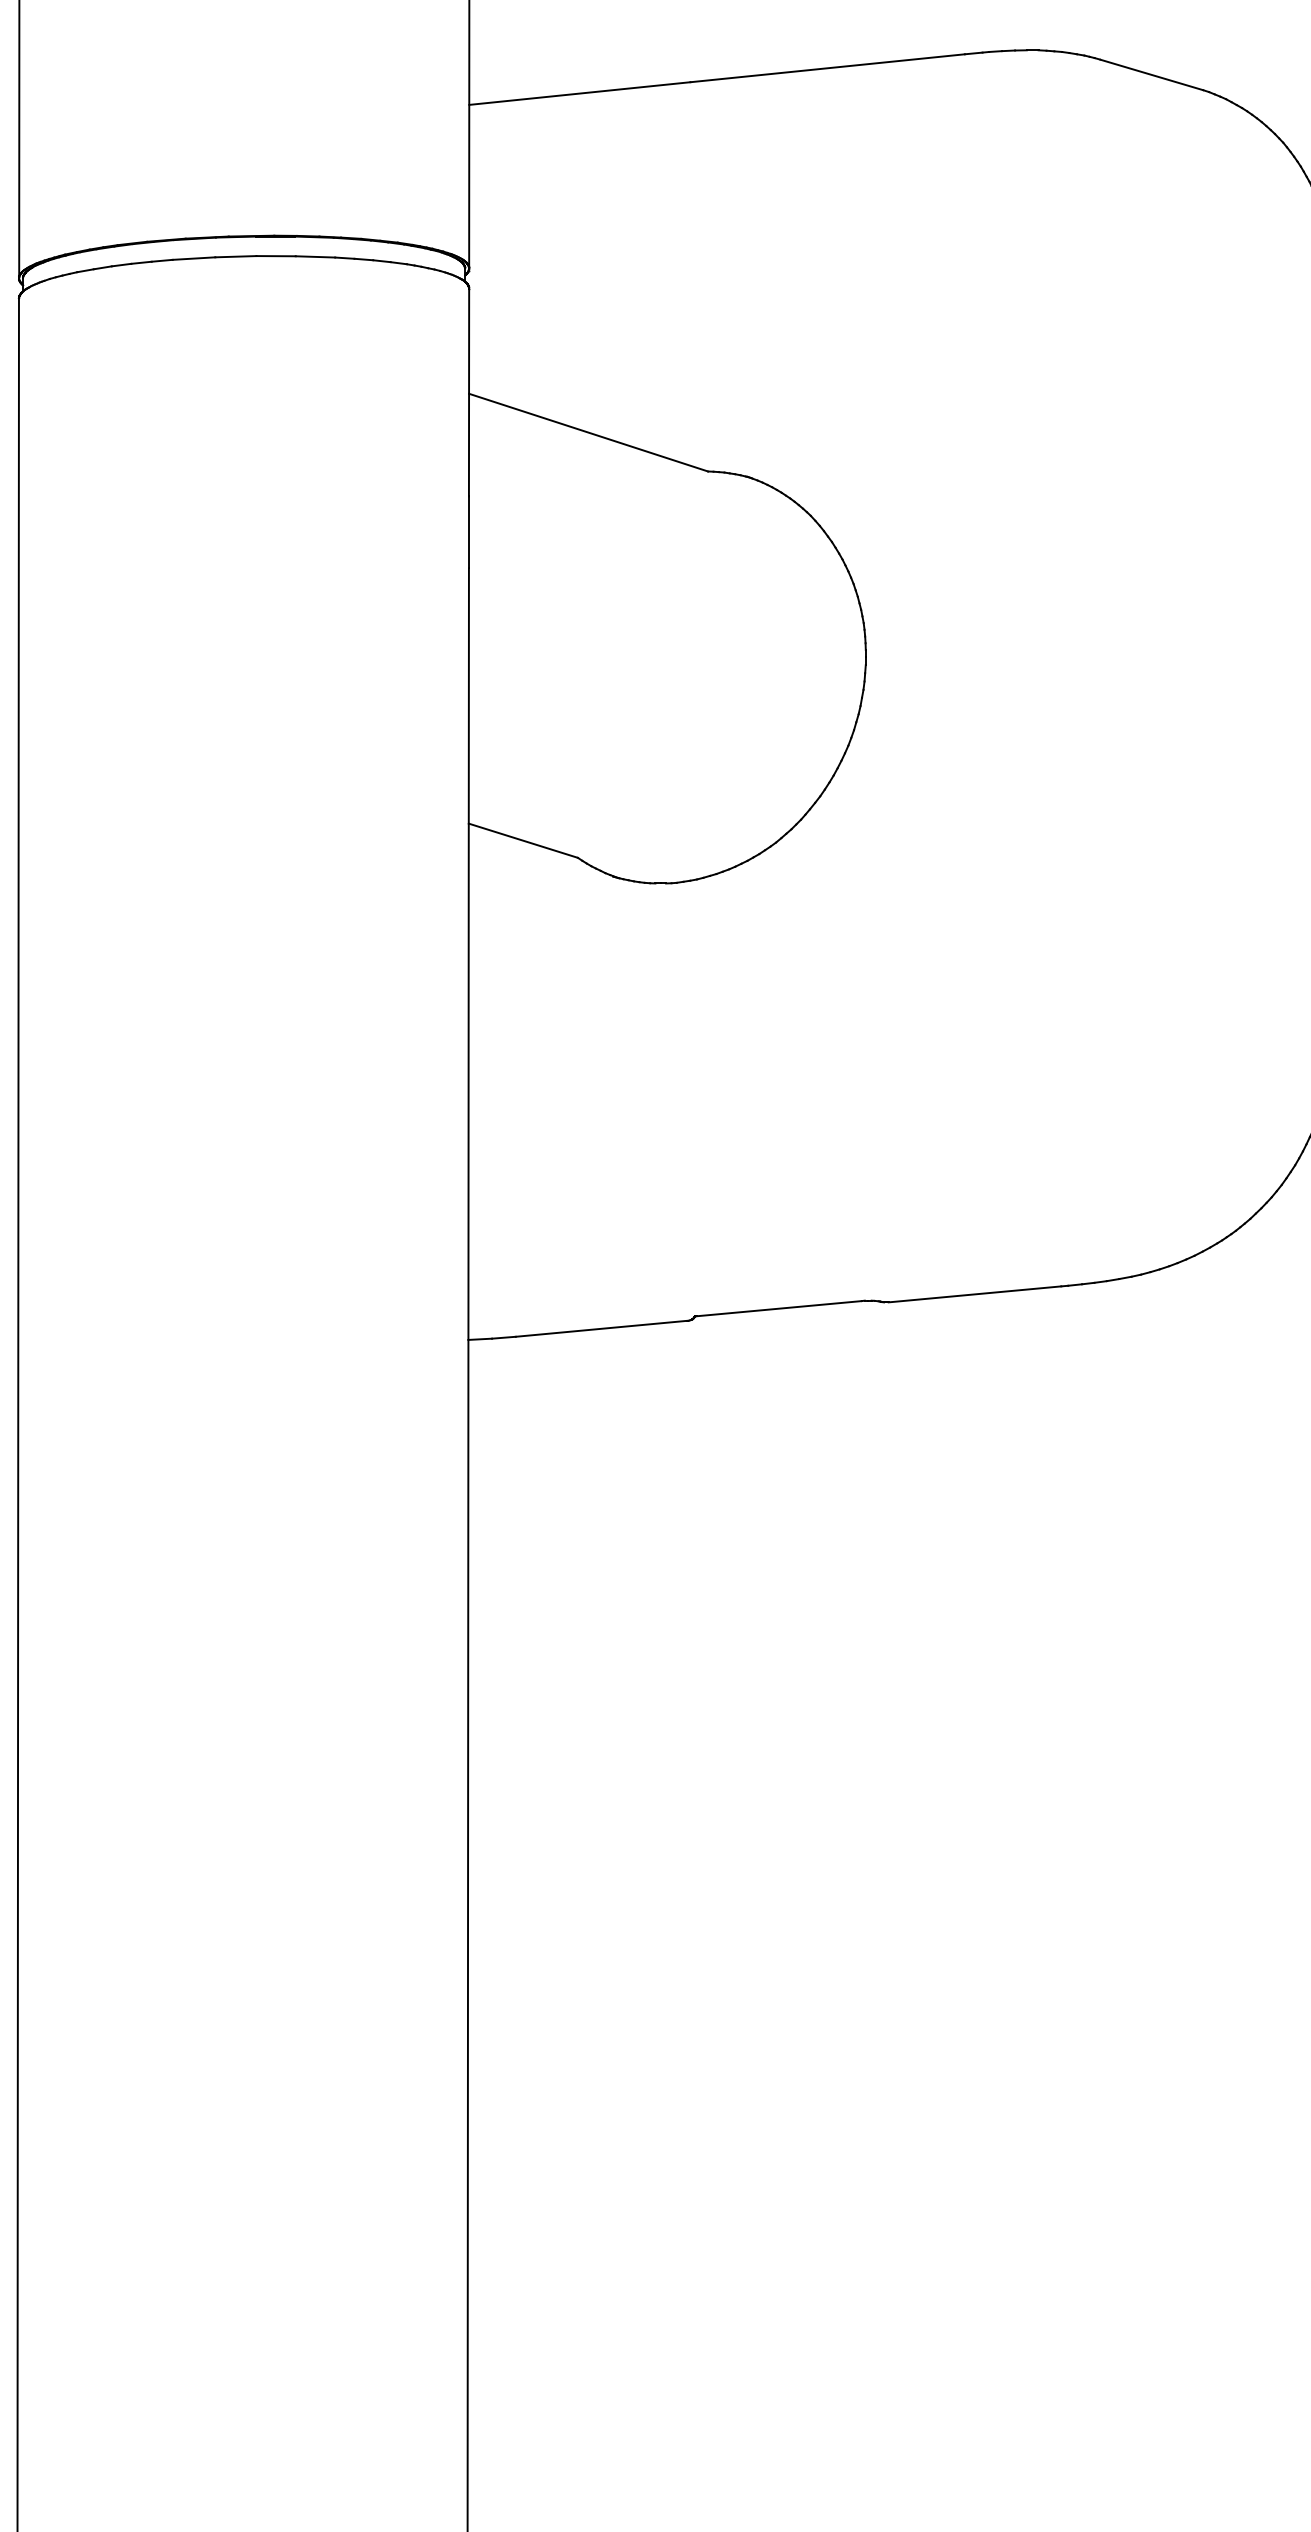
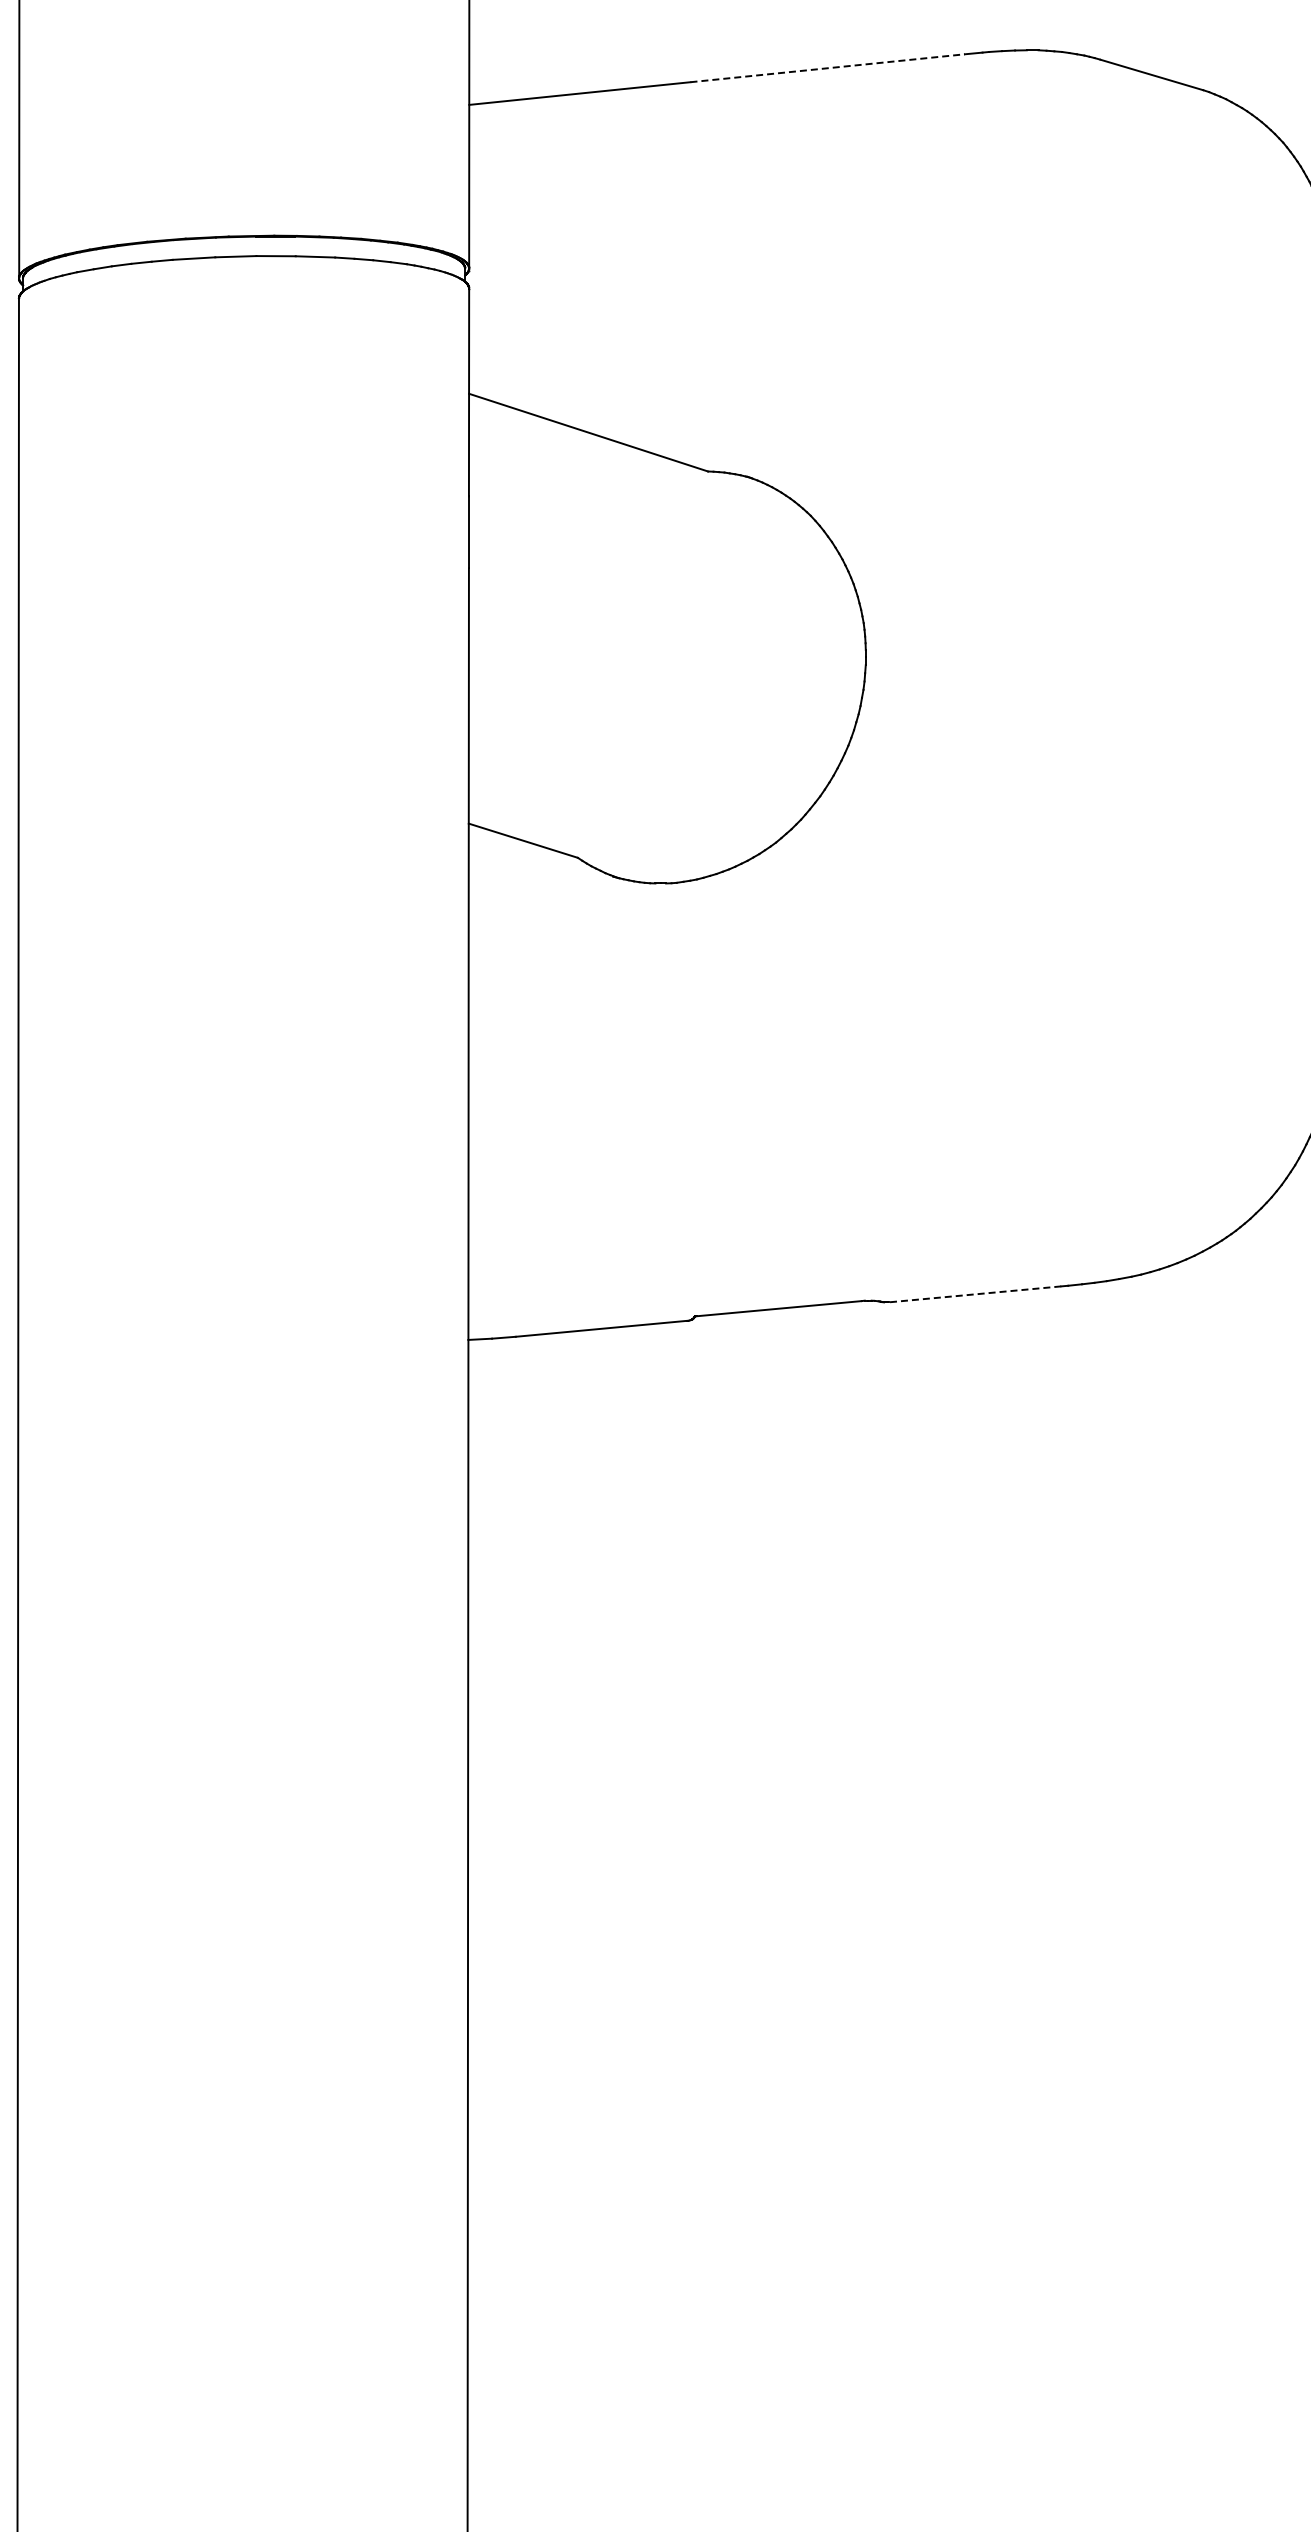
line at (827, 68): solid -> dashed
line at (974, 1294): solid -> dashed
